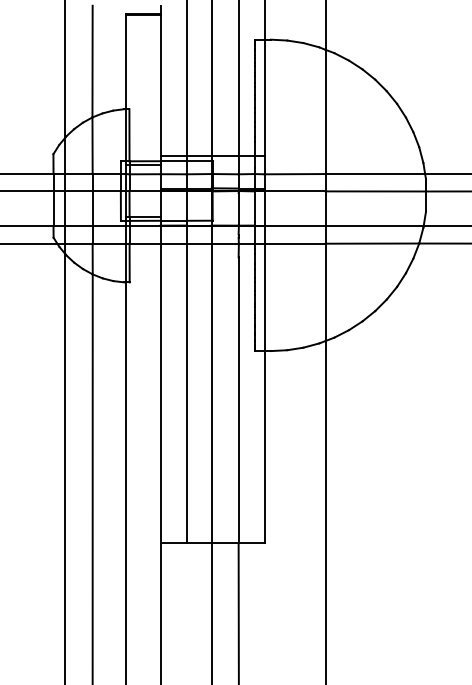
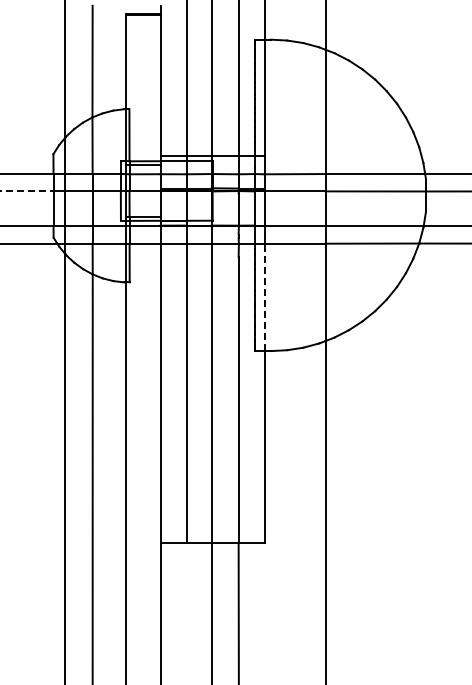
line at (27, 191): solid -> dashed
line at (264, 297): solid -> dashed
